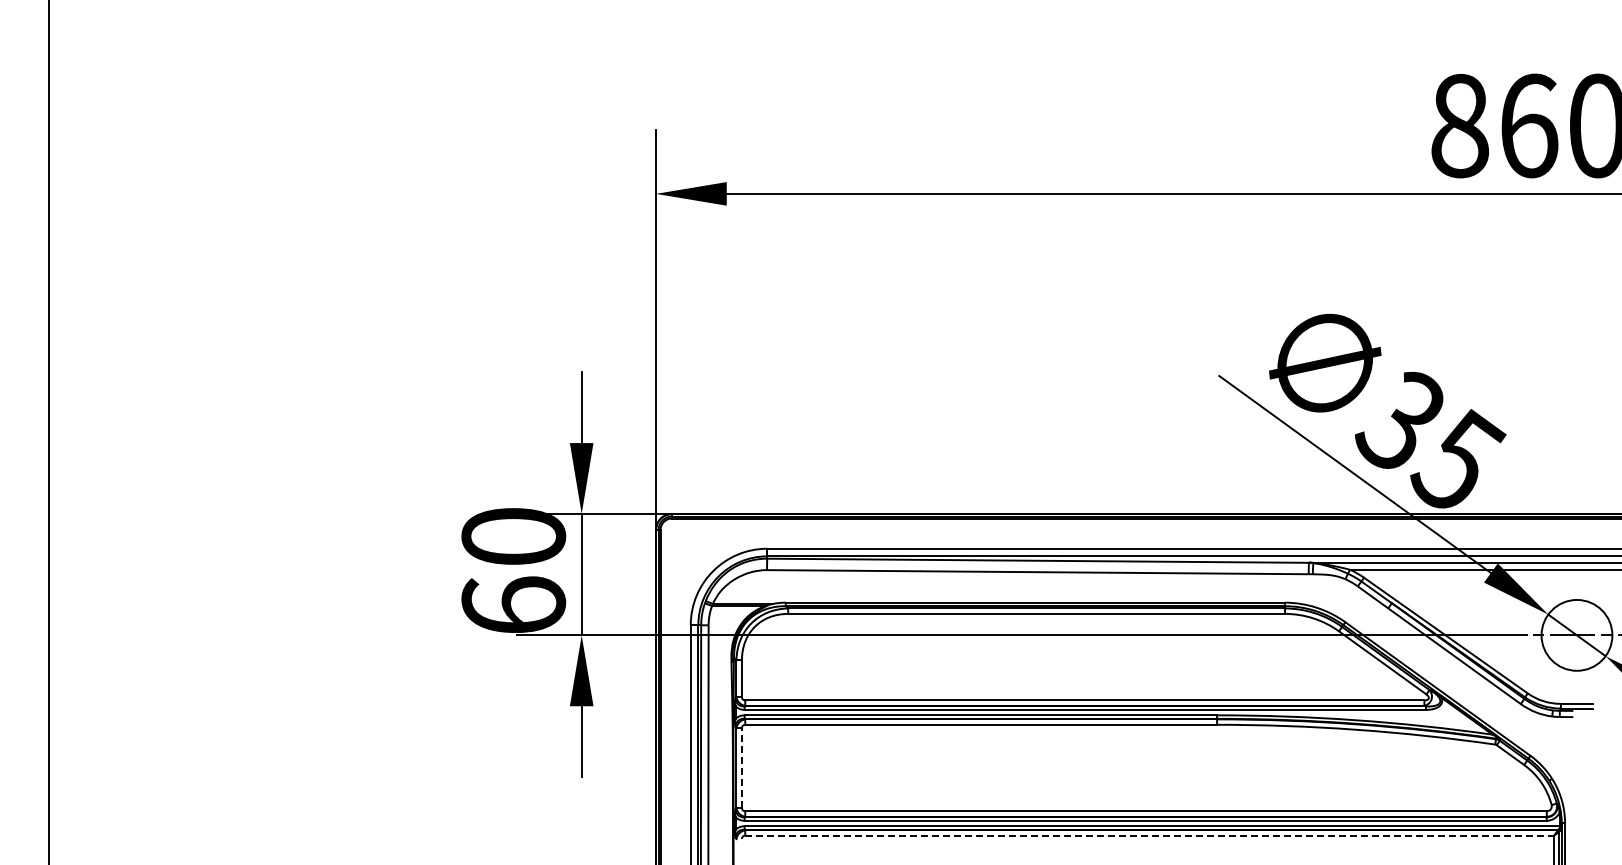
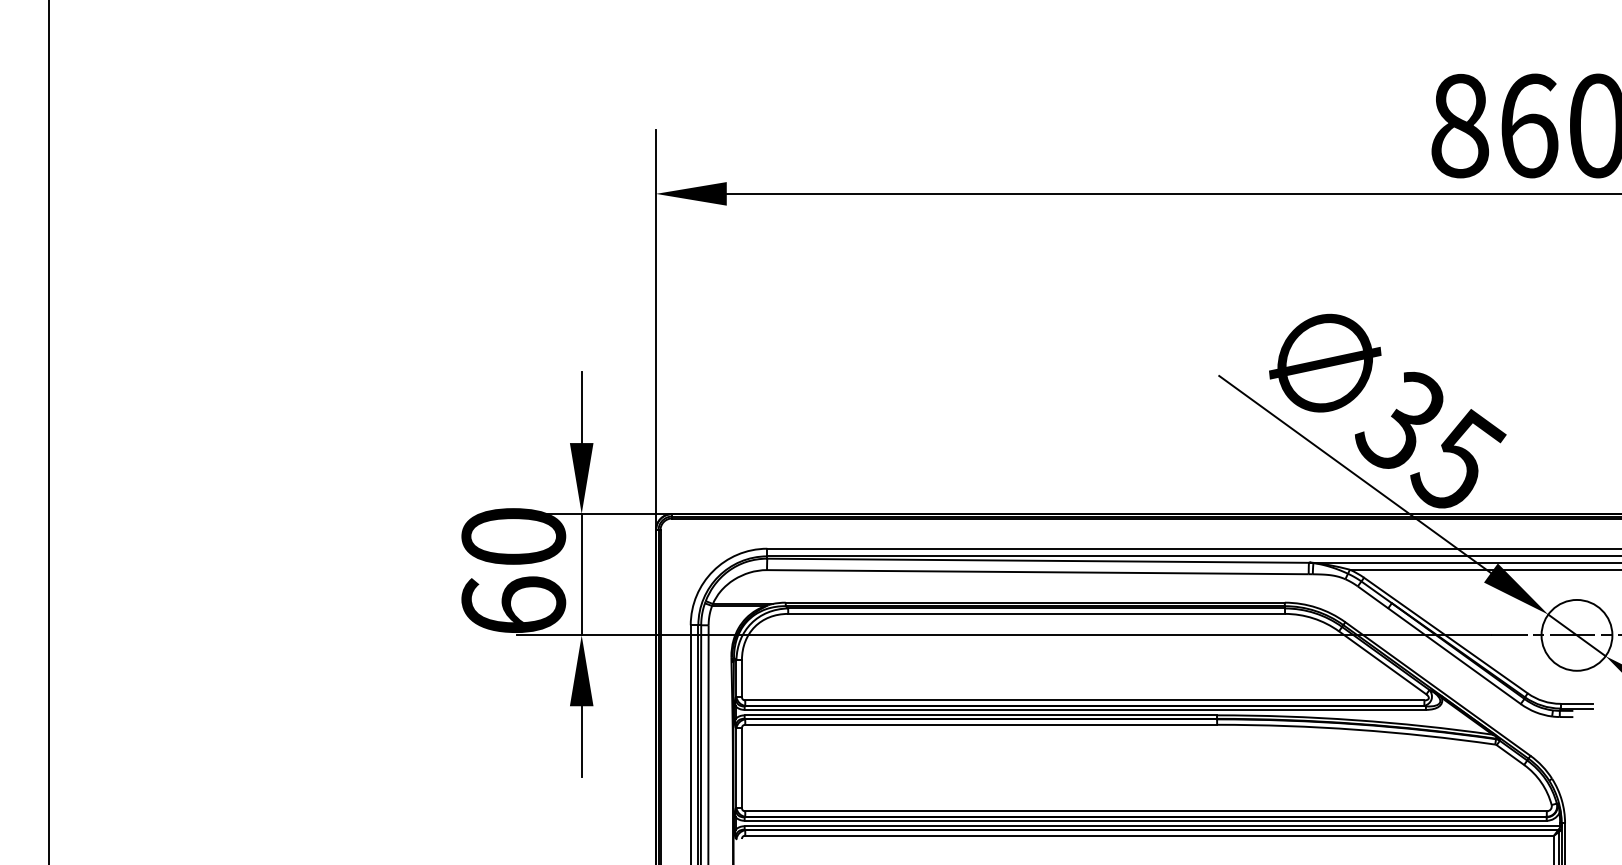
line at (741, 768): dashed -> solid
line at (1150, 835): dashed -> solid
